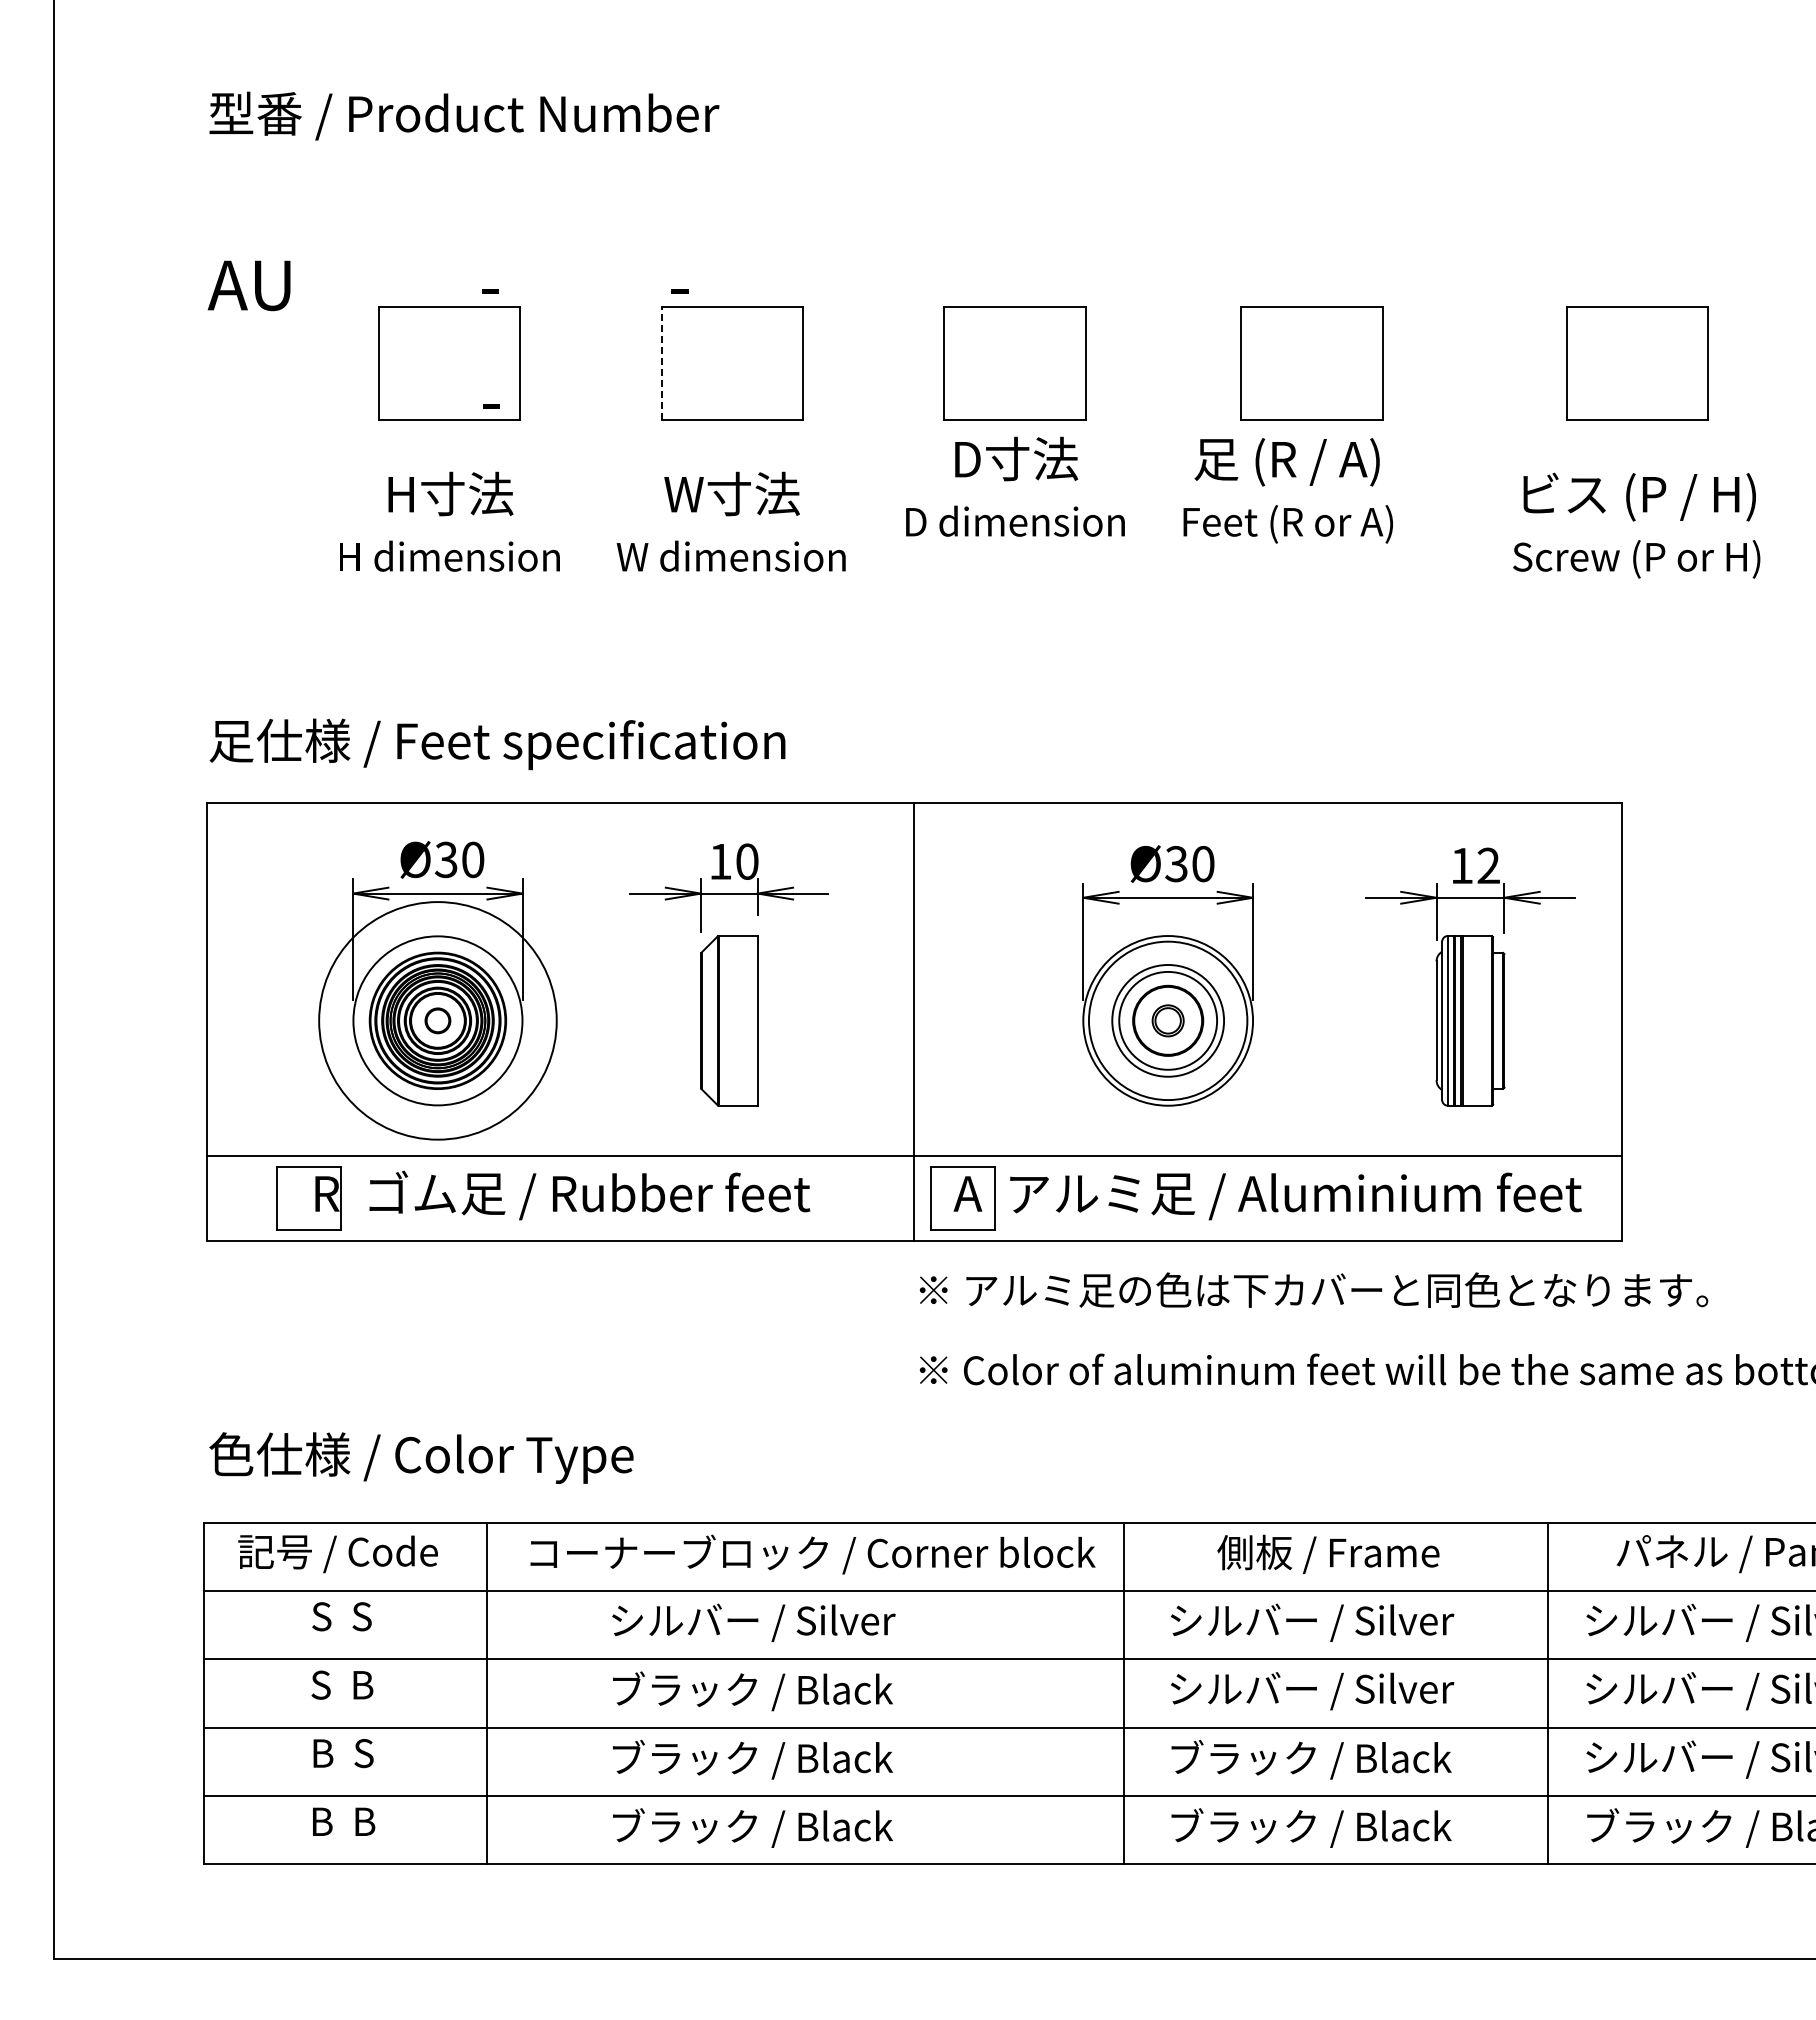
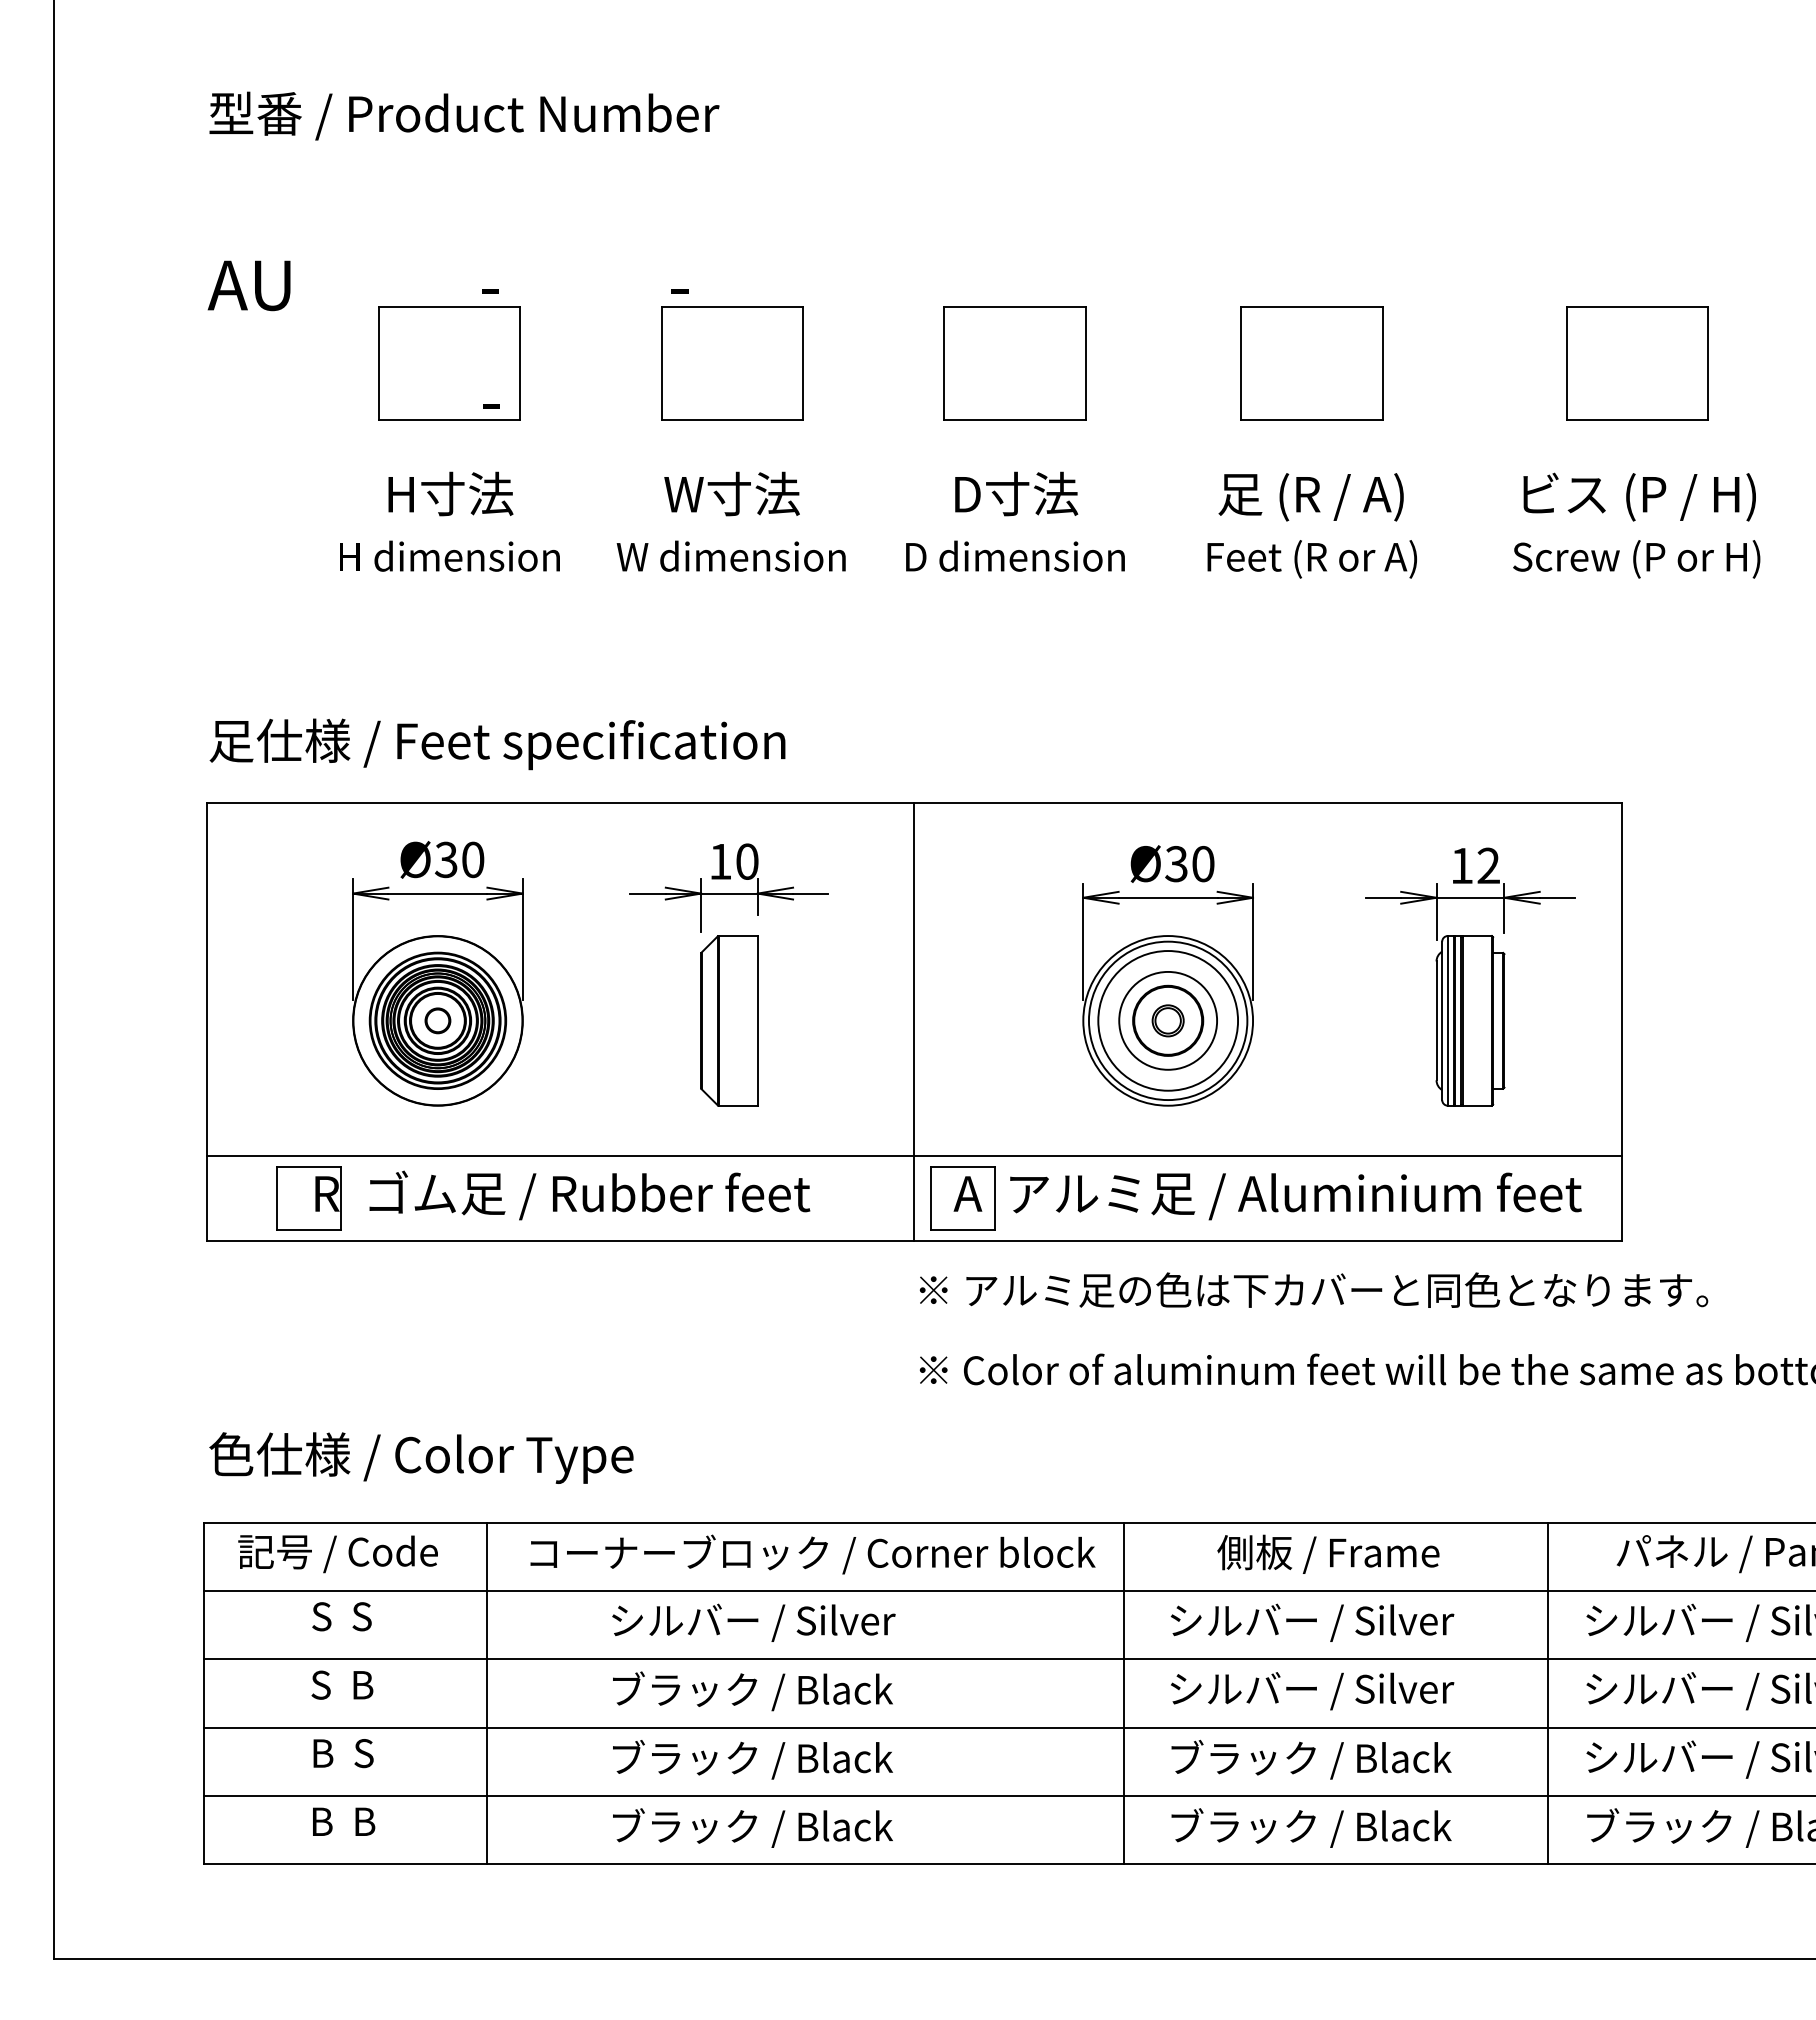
line at (661, 363): dashed -> solid
text at (1015, 486) position: (1015, 486) -> (1015, 521)
text at (1287, 490) position: (1287, 490) -> (1311, 525)
circle at (437, 1020) diameter: 238 px -> 170 px
circle at (1168, 1020) diameter: 112 px -> 140 px
